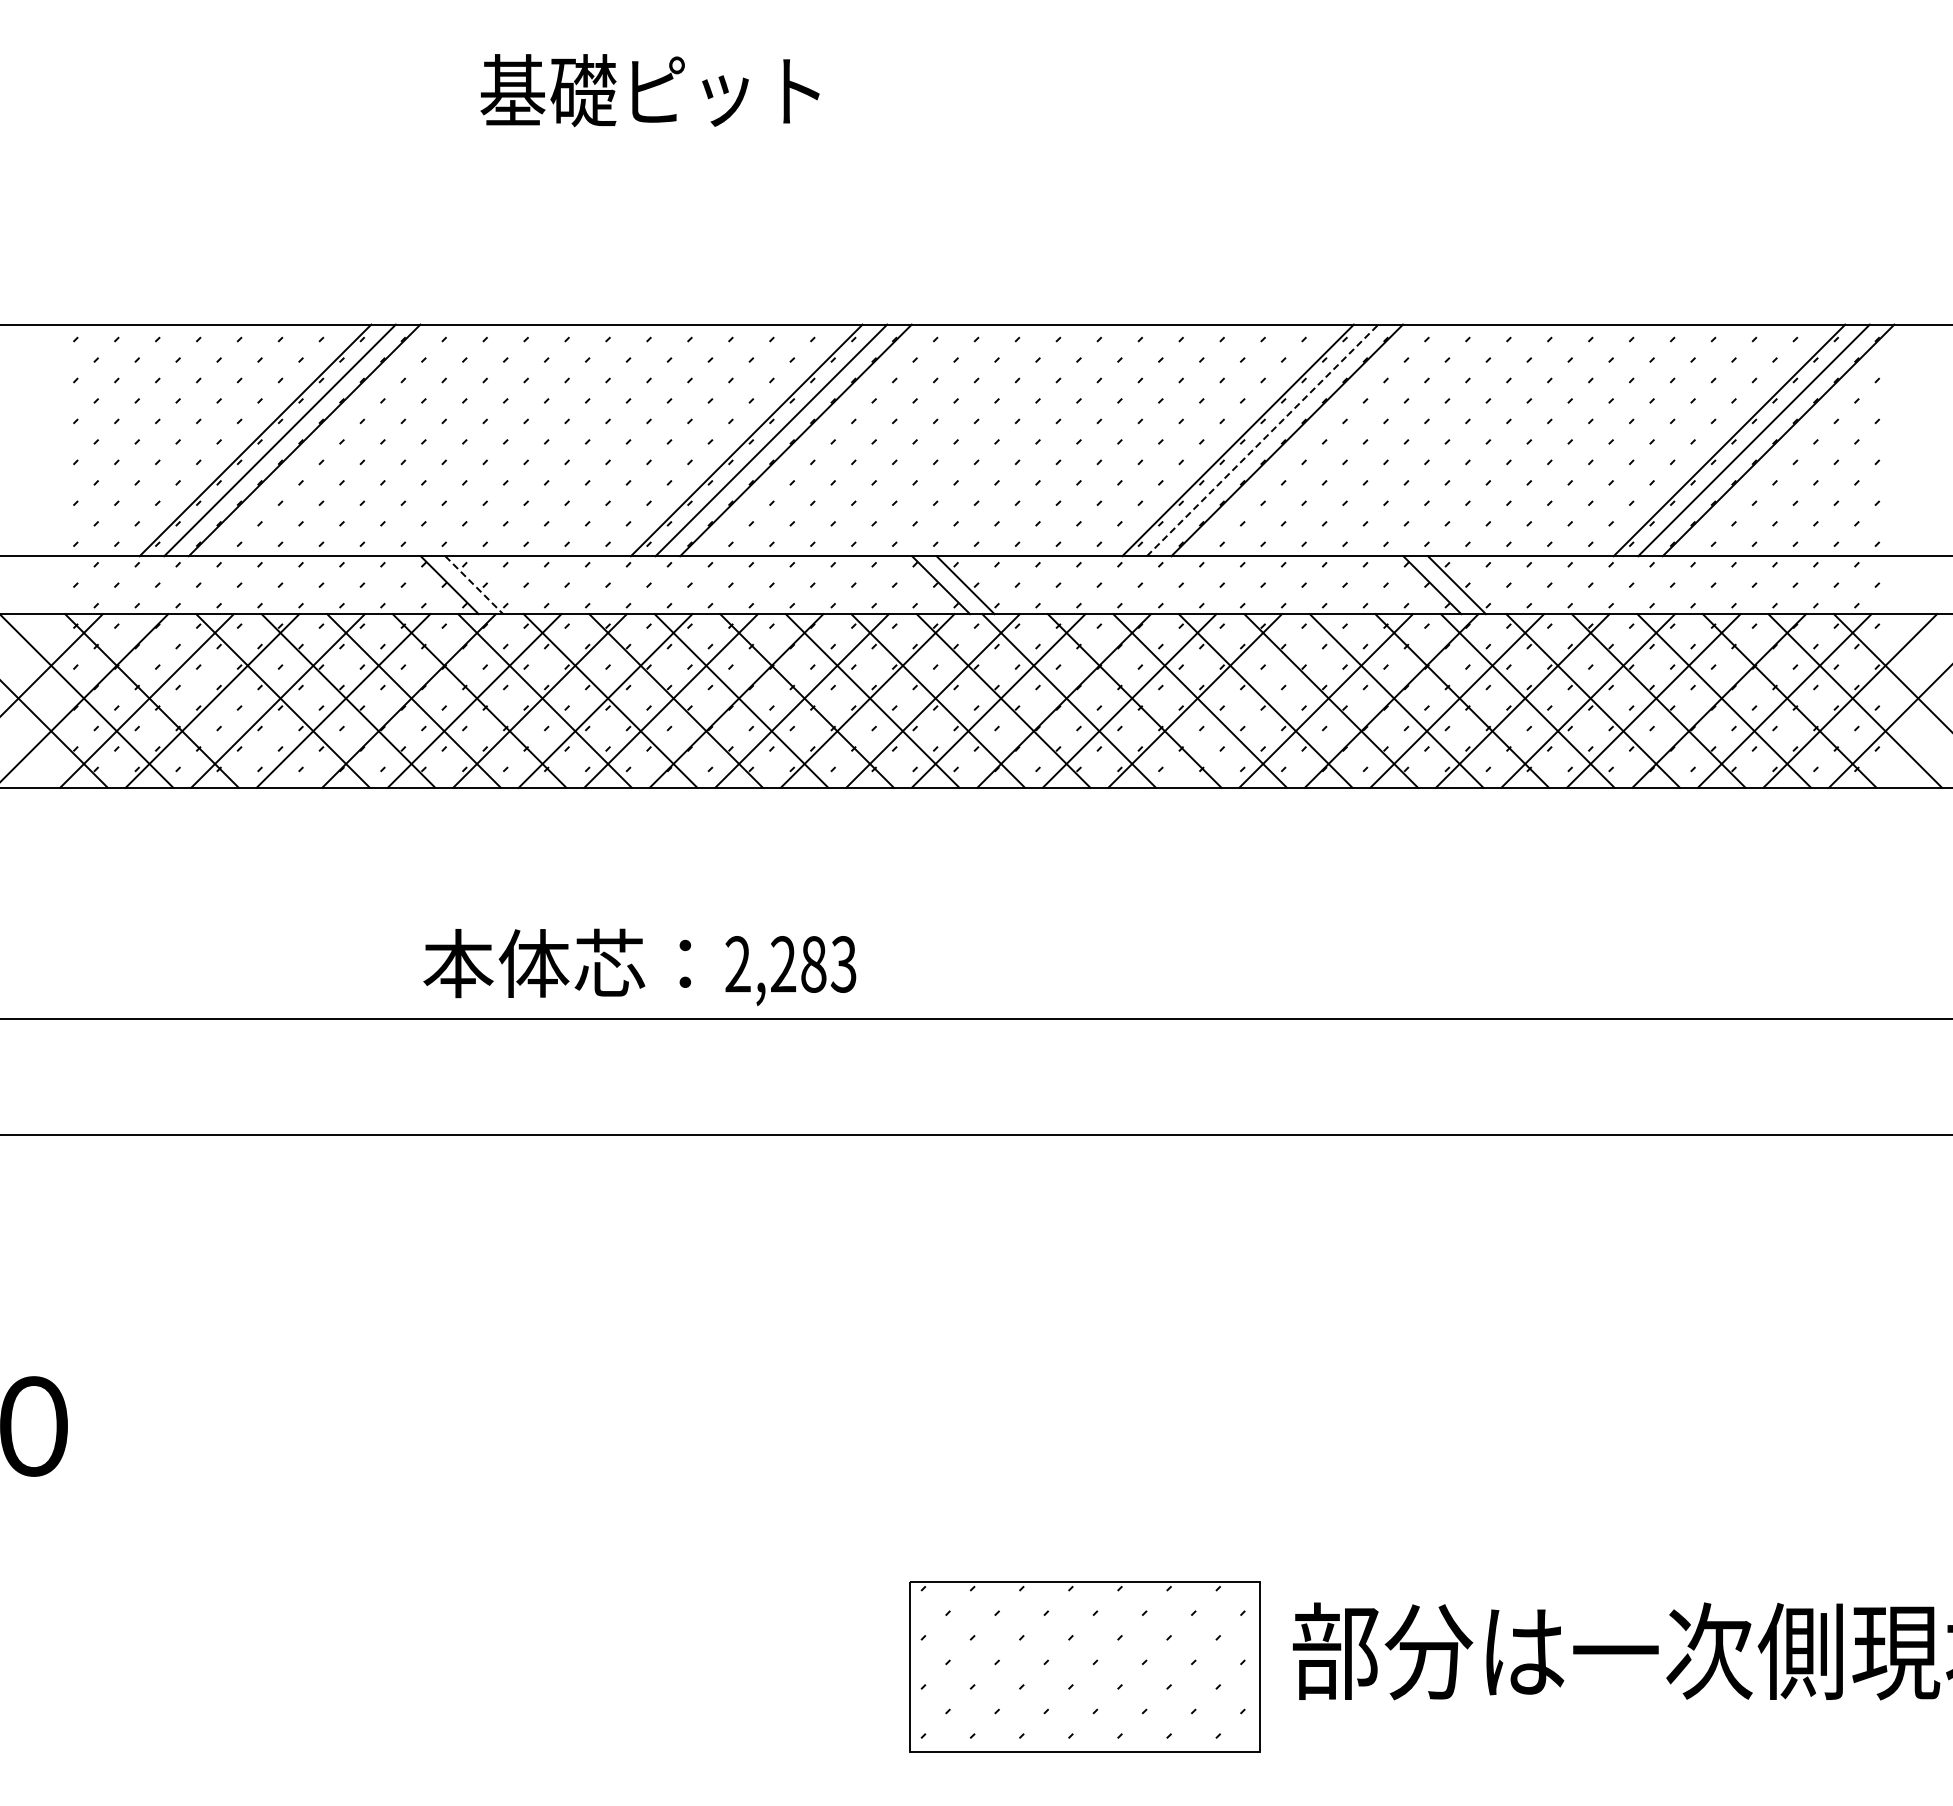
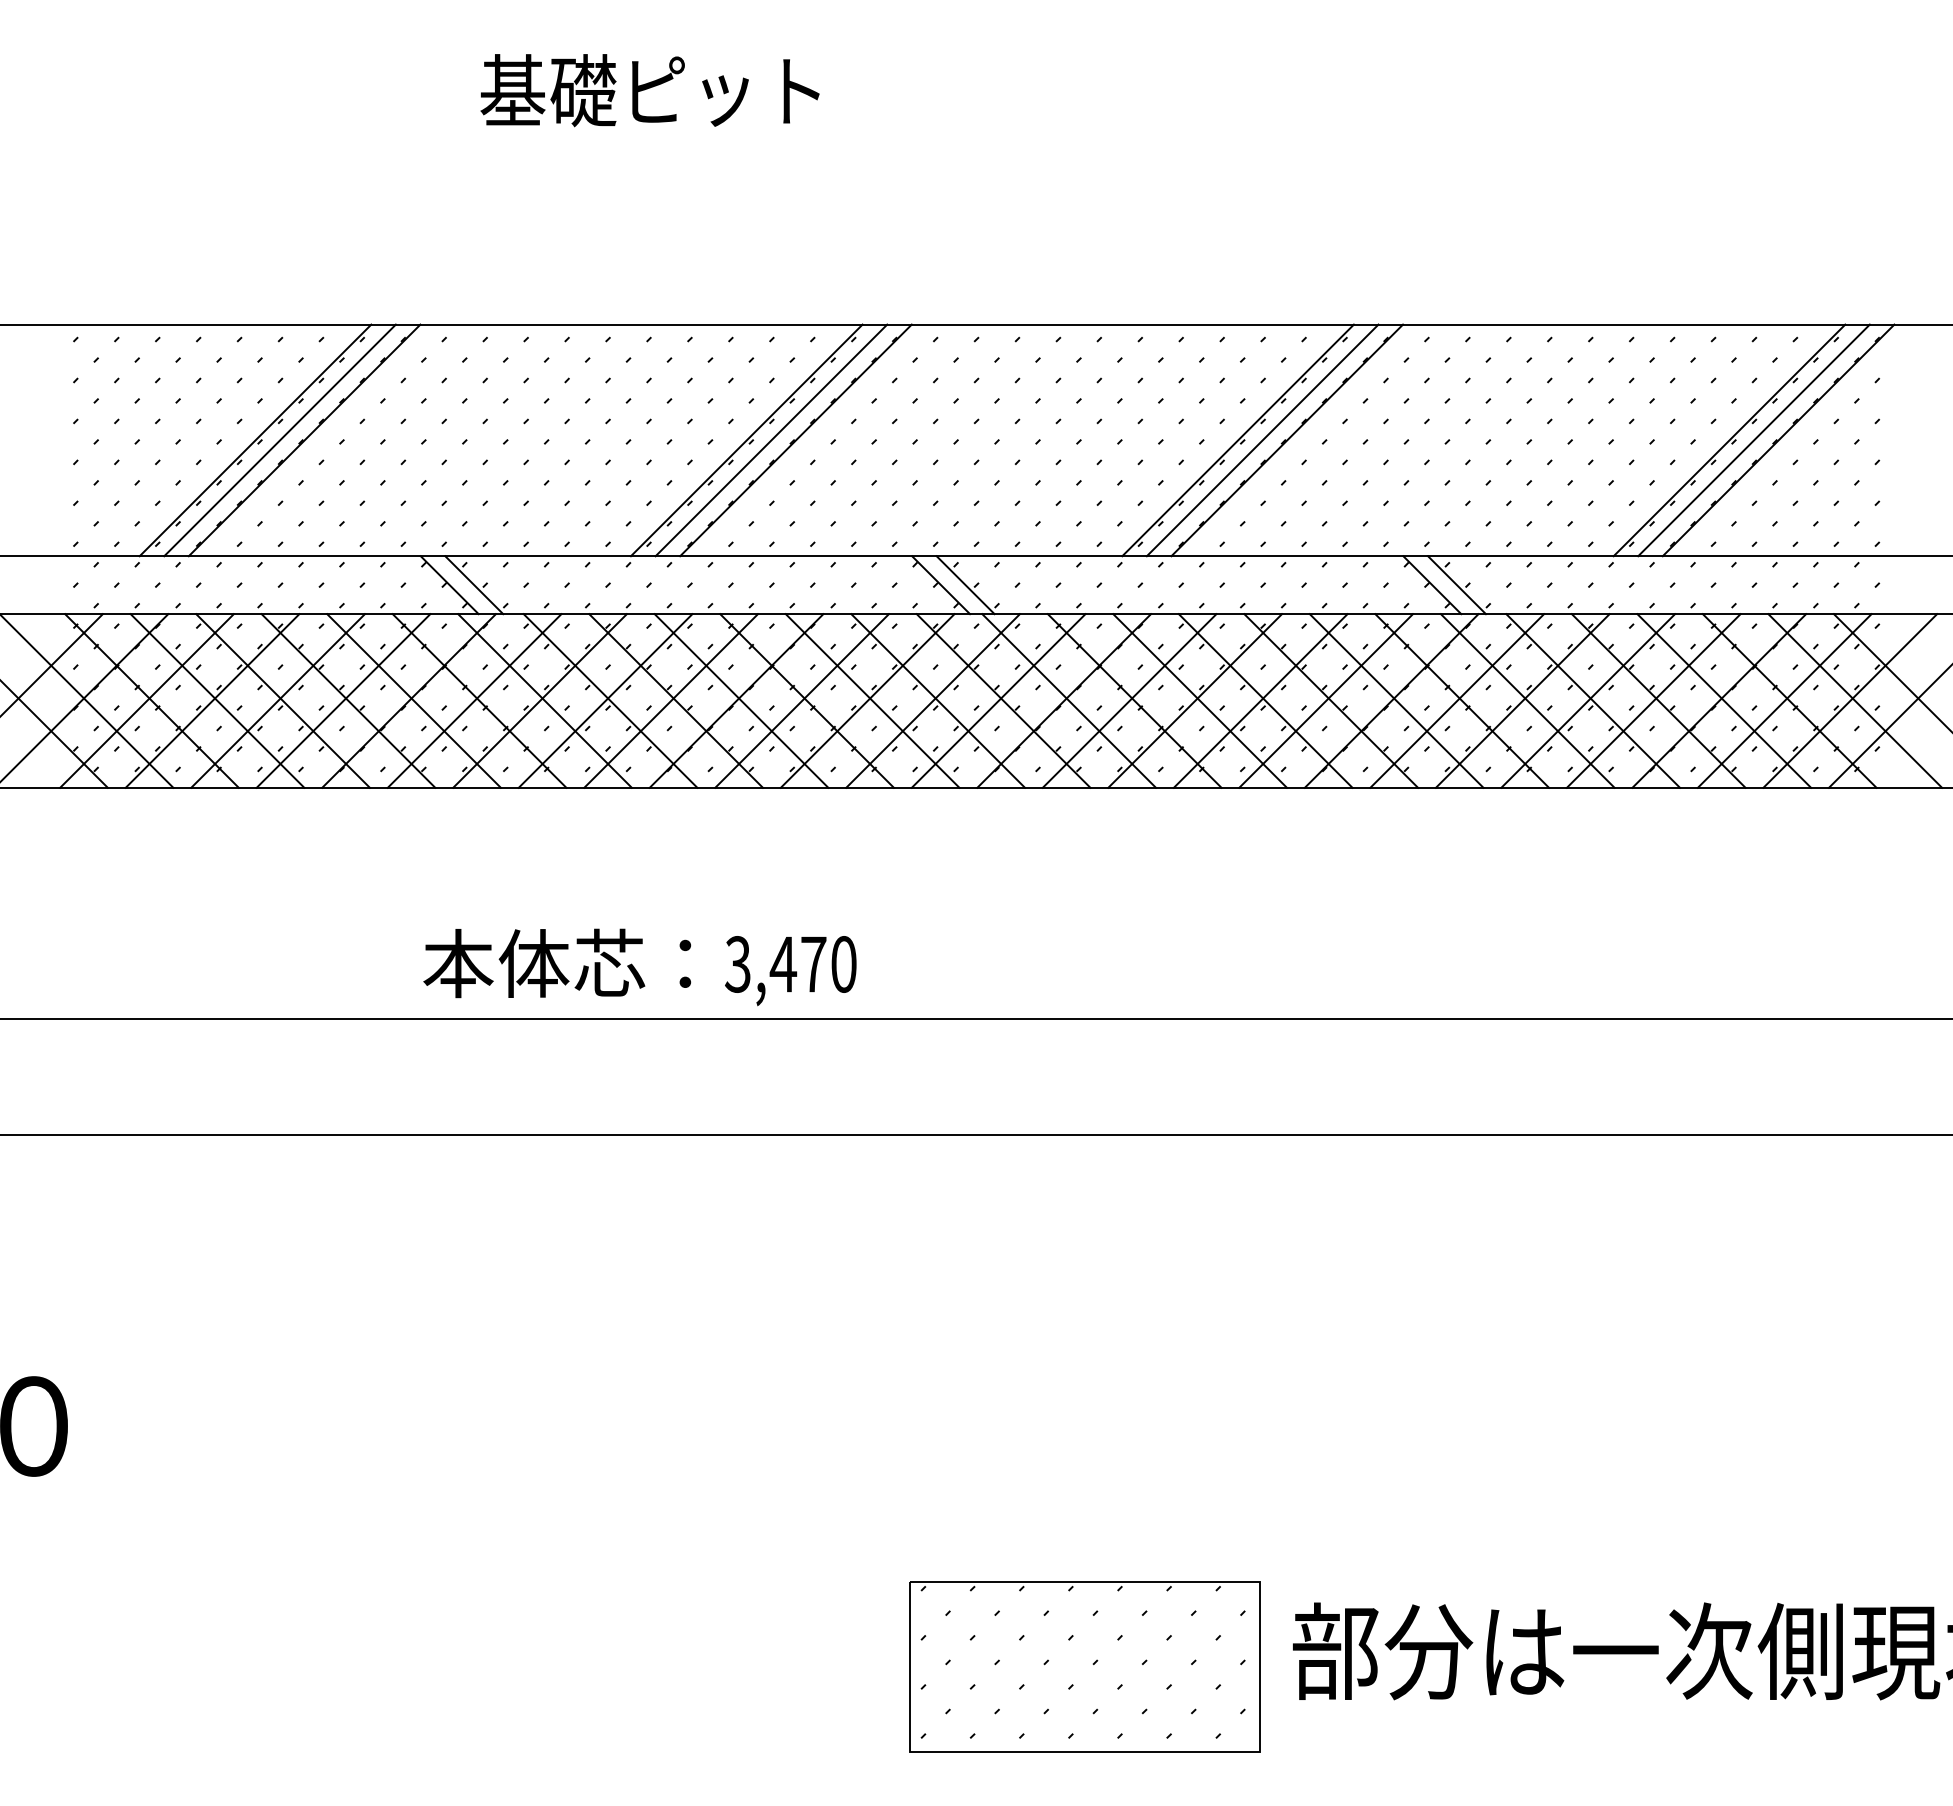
line at (1262, 440): dashed -> solid
line at (474, 585): dashed -> solid
line at (217, 700): none -> present
line at (1260, 700): none -> present
text at (790, 964): 2,283 -> 3,470
